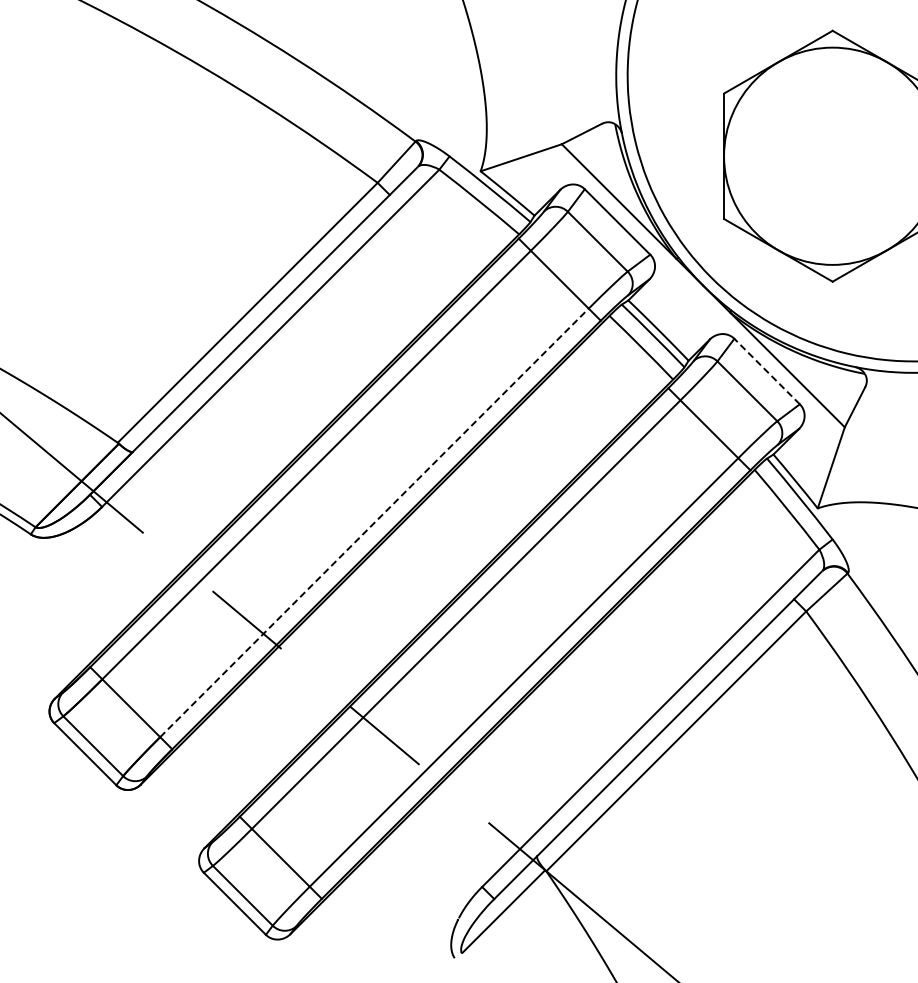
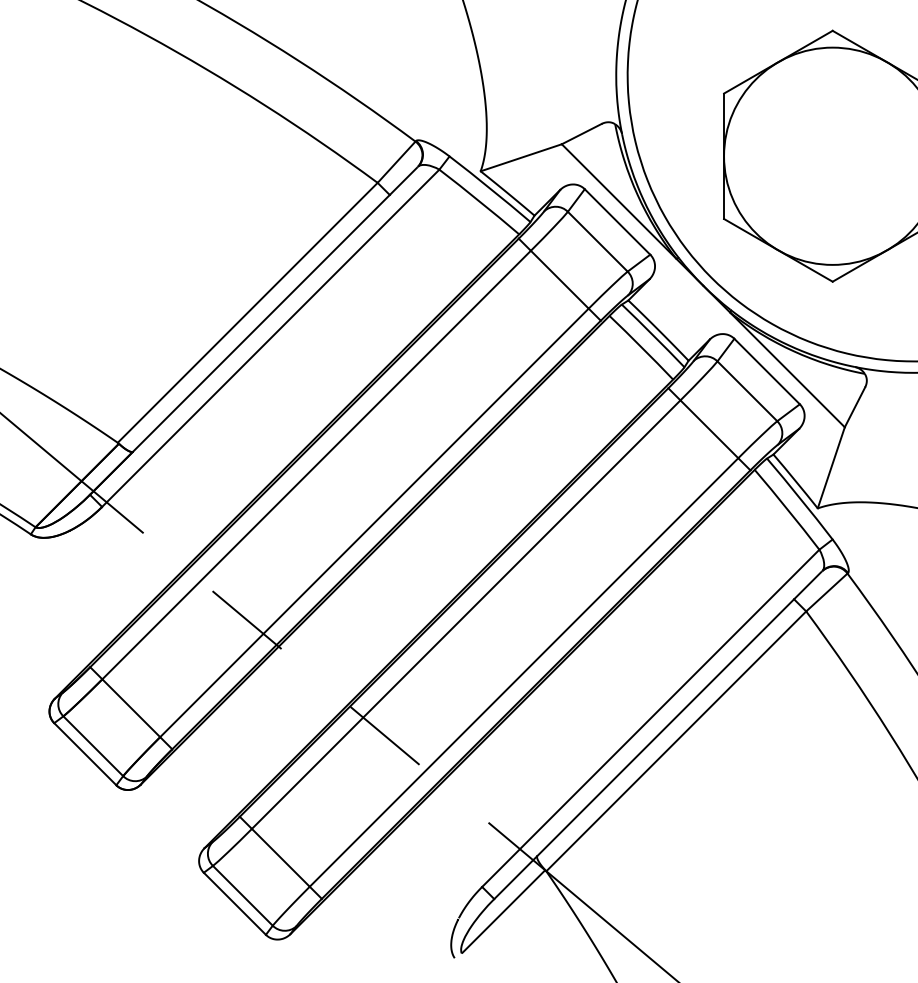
line at (766, 371): dashed -> solid
line at (374, 522): dashed -> solid
